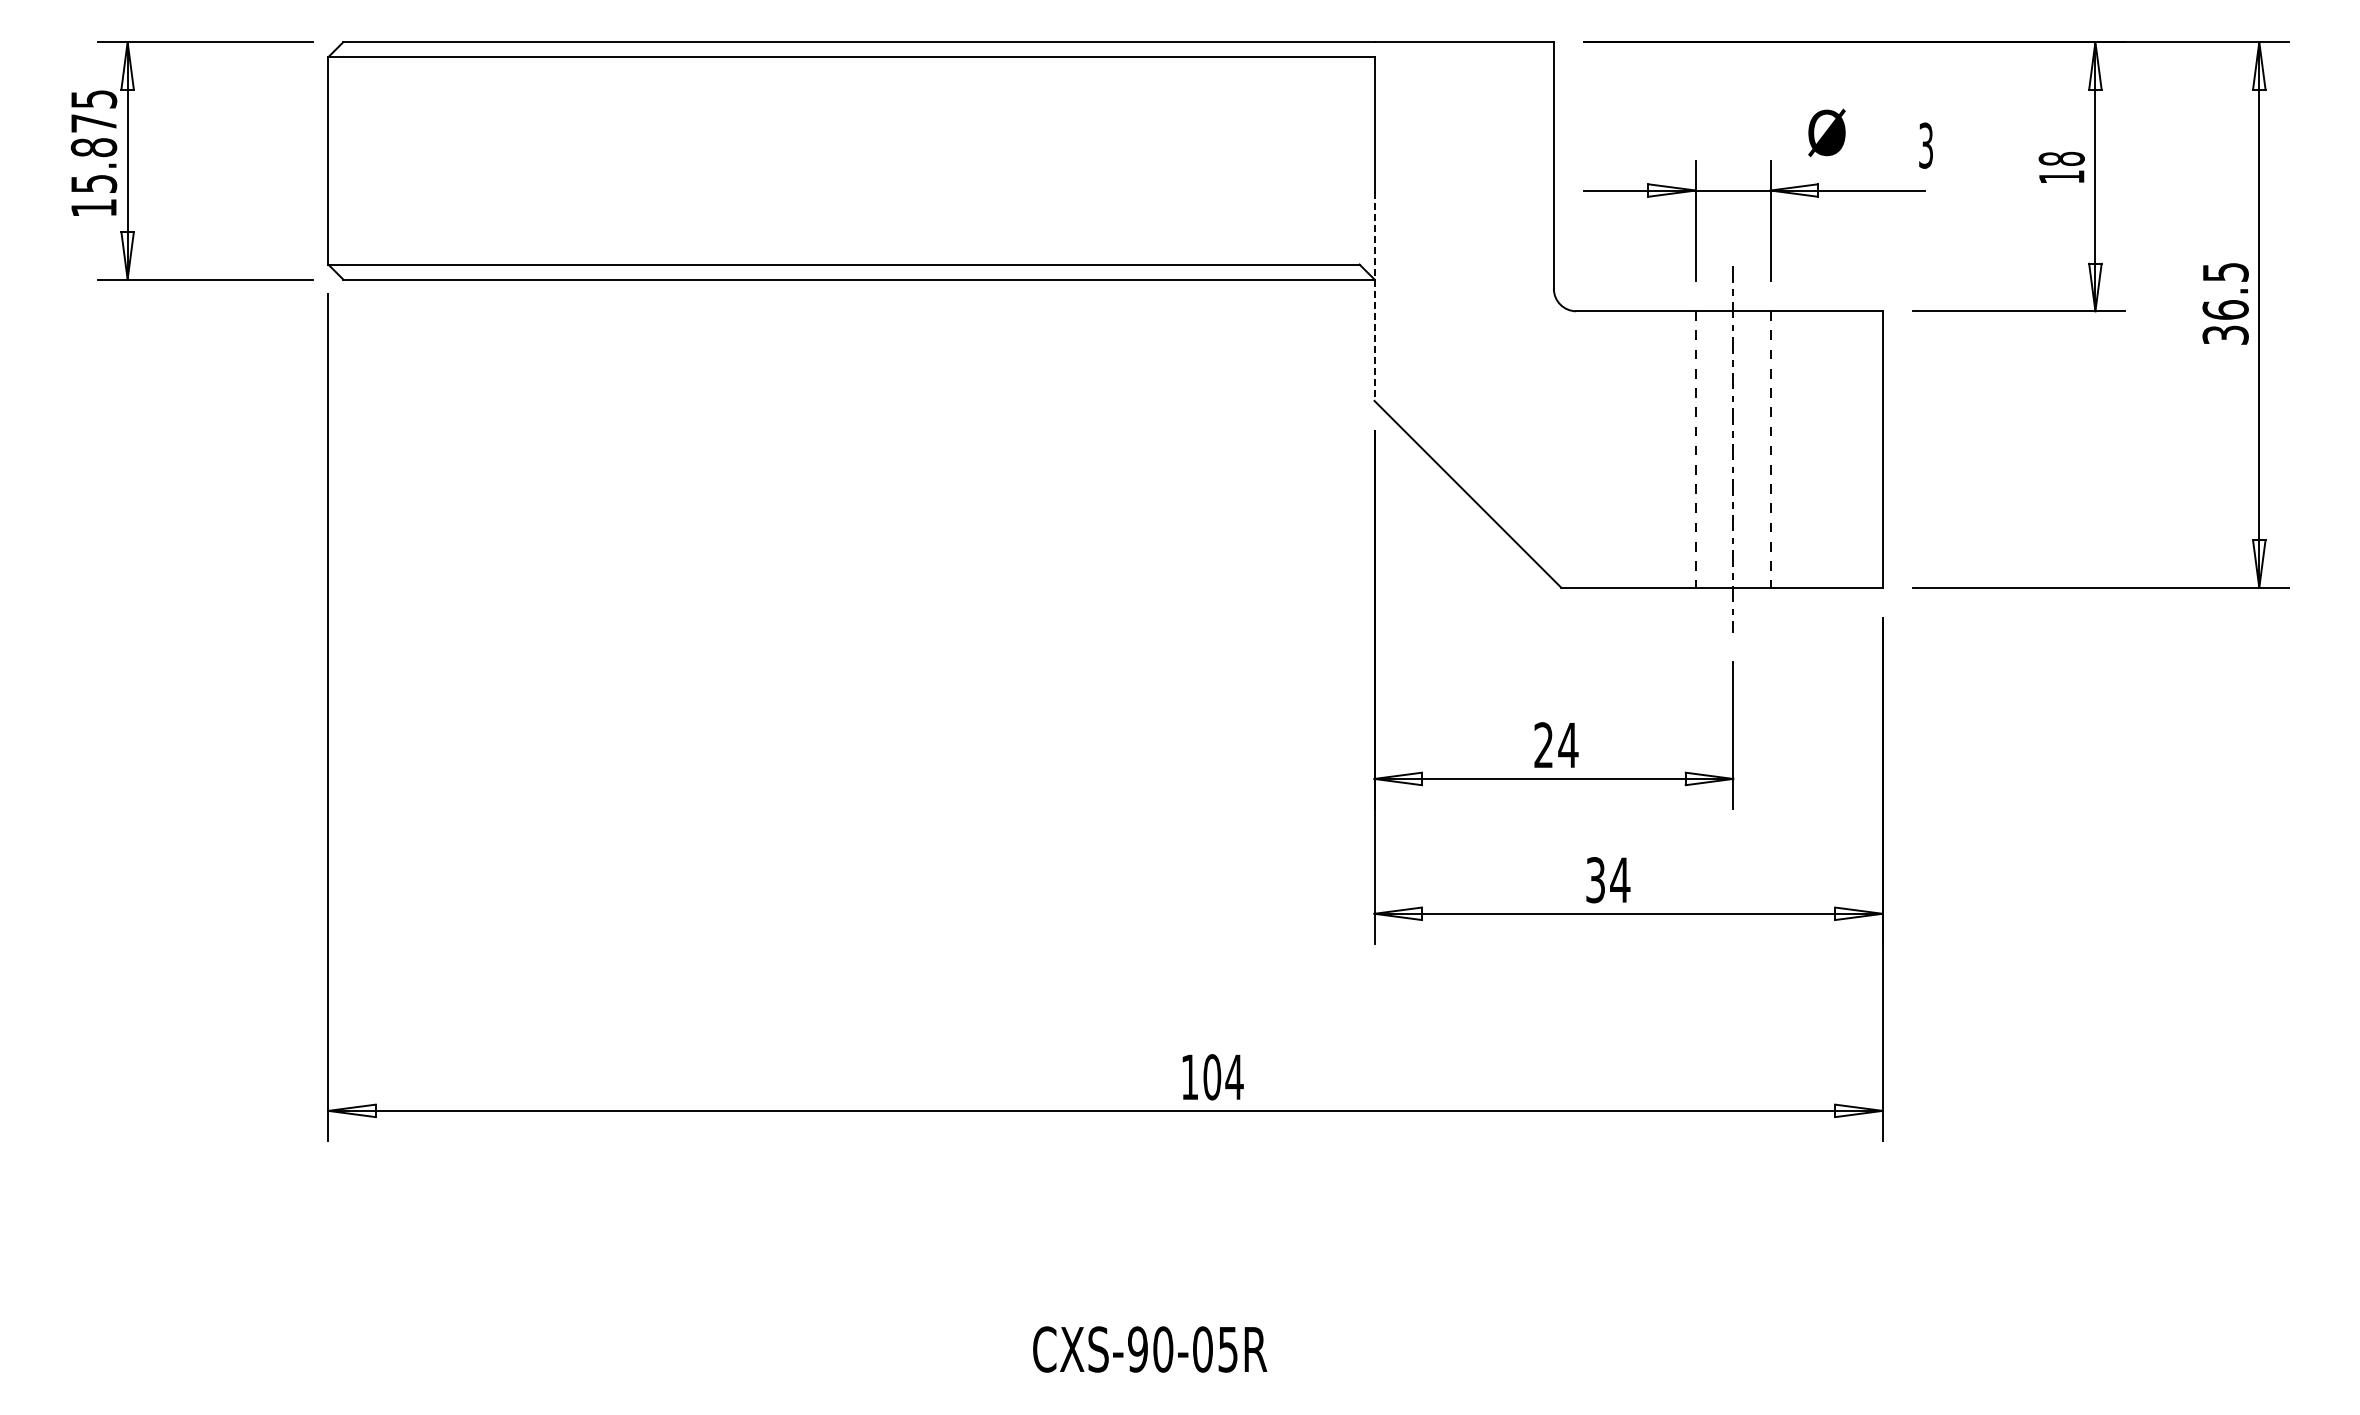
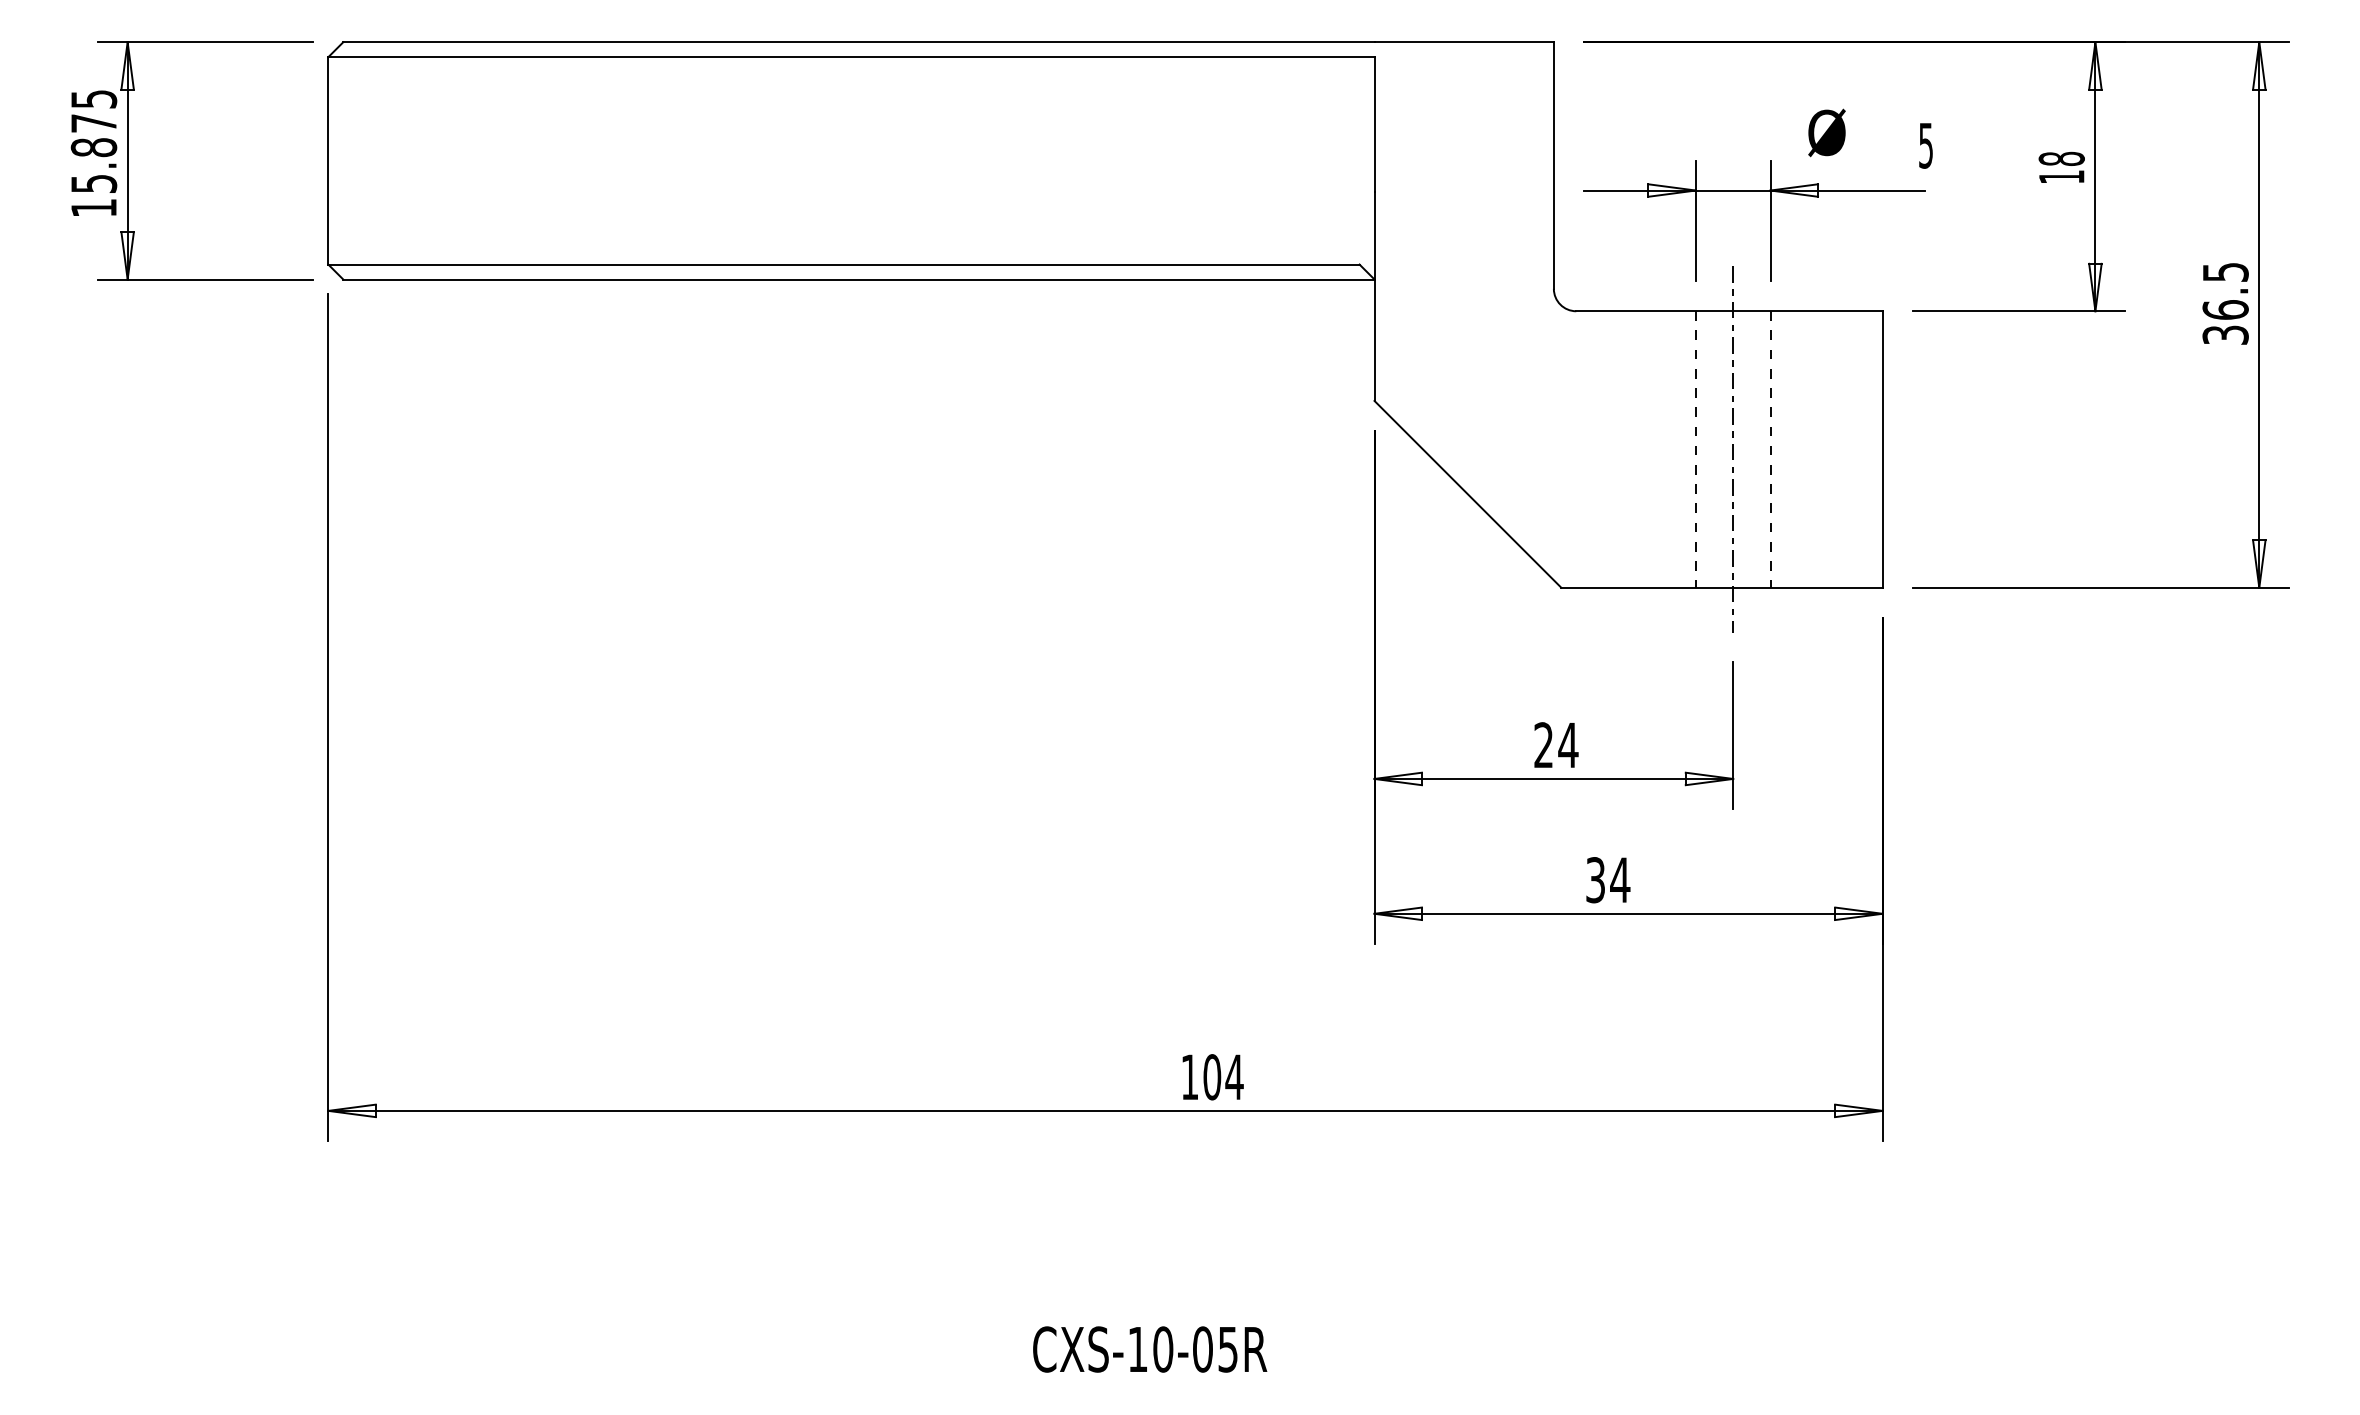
text at (1925, 145): 3 -> 5
line at (1374, 296): dashed -> solid
text at (1137, 1349): CXS-90-05R -> CXS-10-05R
